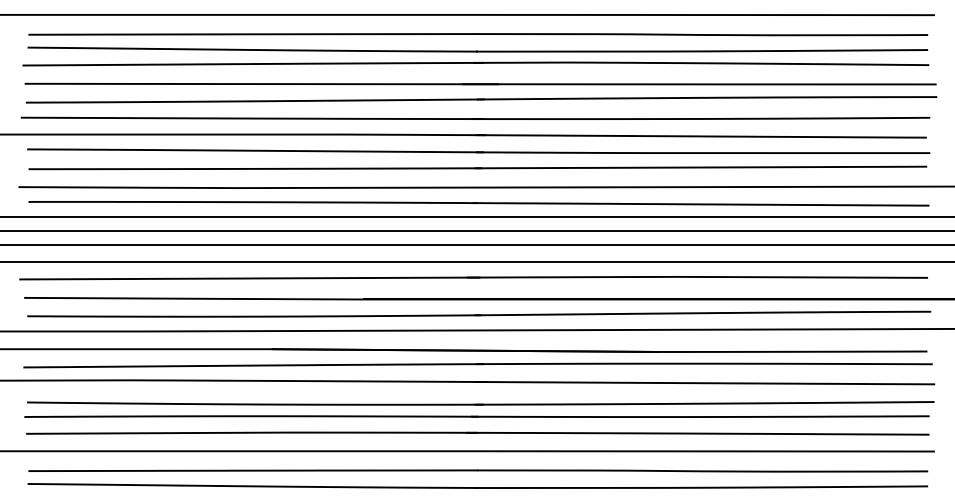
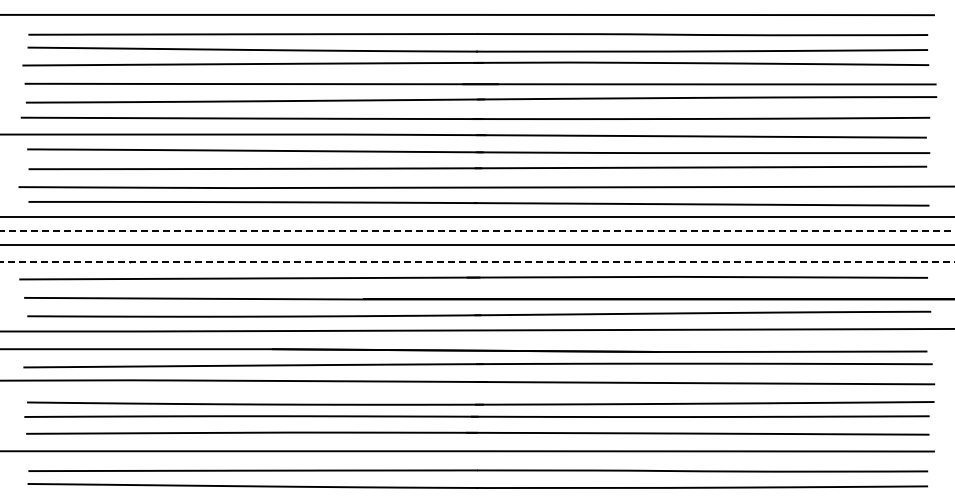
line at (477, 231): solid -> dashed
line at (476, 261): solid -> dashed
